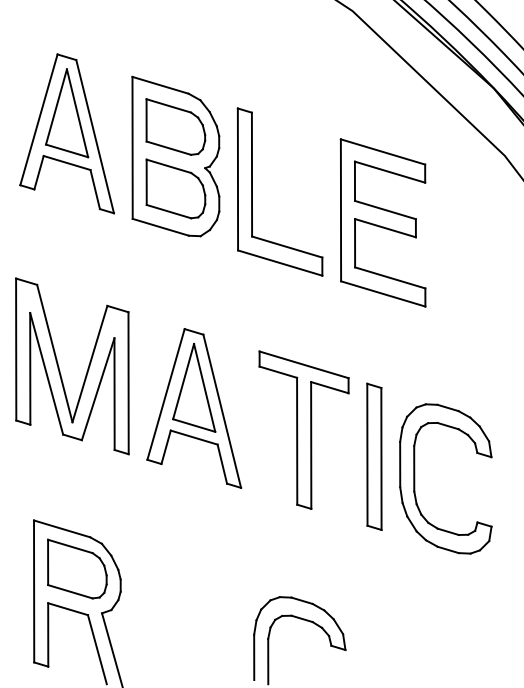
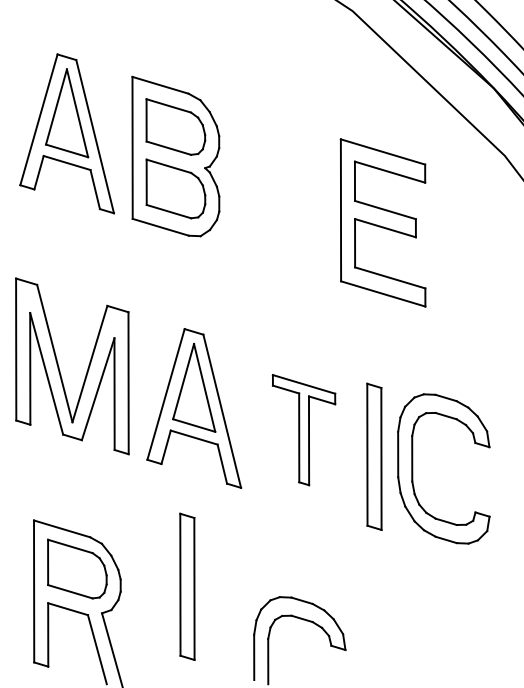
part at (252, 191): present -> none
part at (303, 429) size: 92x160 px -> 66x113 px
part at (415, 478) position: (415, 478) -> (413, 468)
part at (187, 586): none -> present
